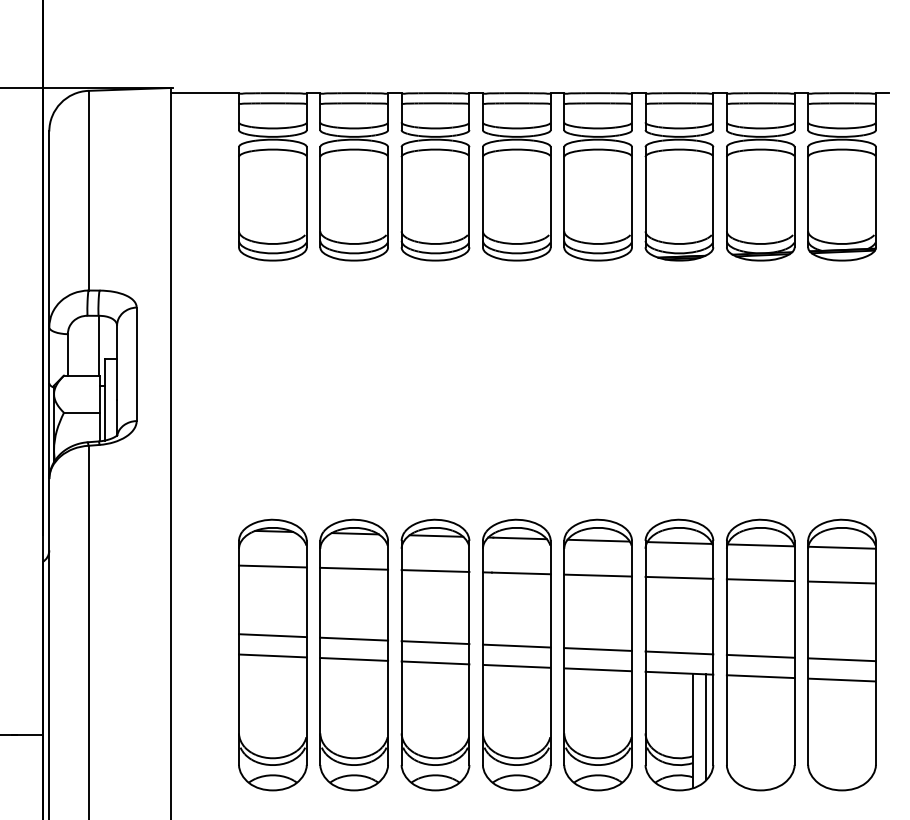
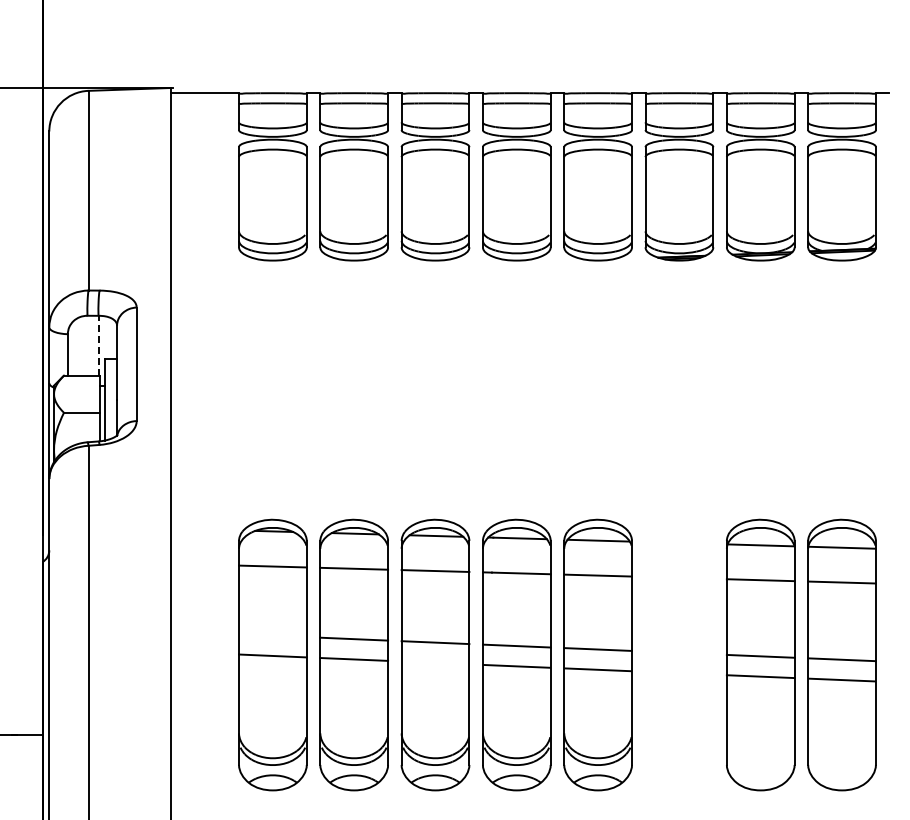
line at (98, 345): solid -> dashed
line at (272, 635): present -> none
part at (679, 654): present -> none
line at (435, 662): present -> none
